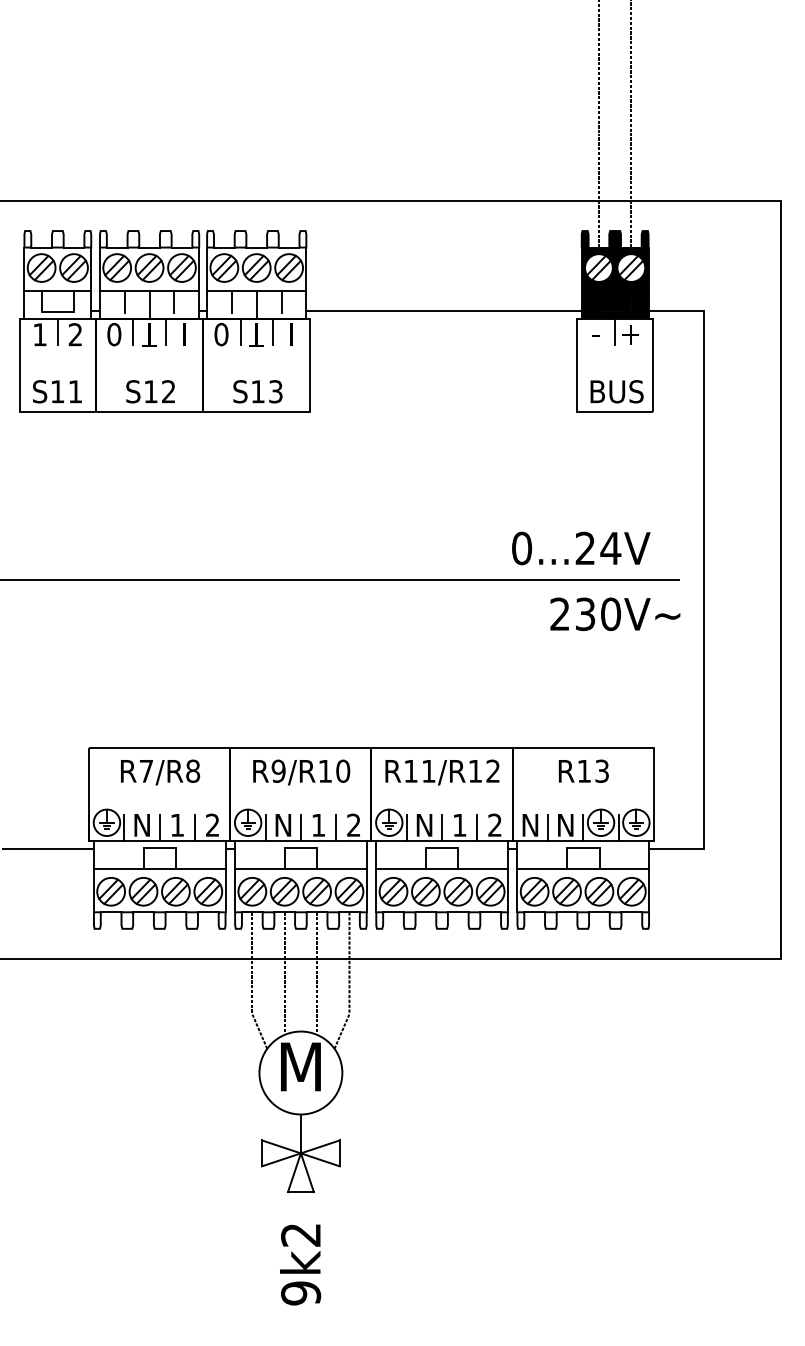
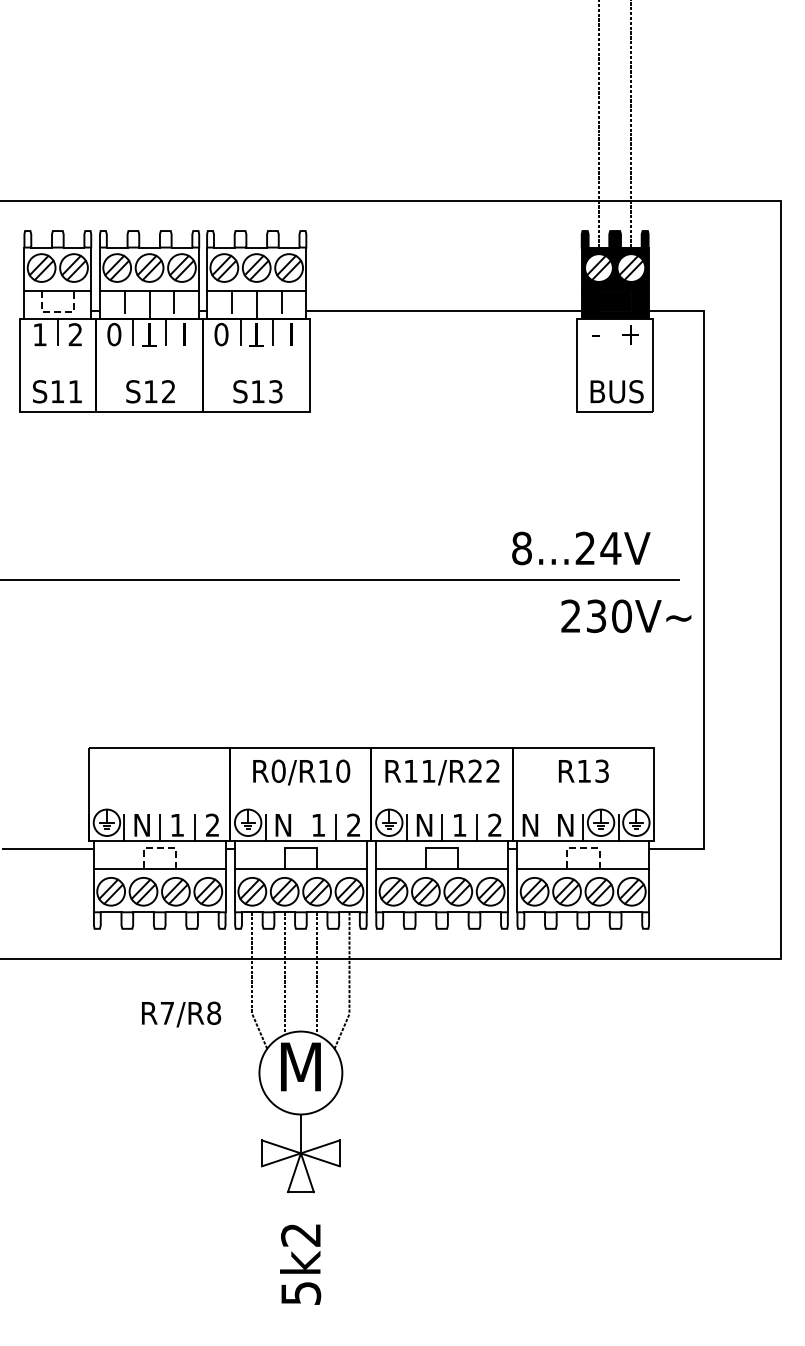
line at (58, 311): solid -> dashed
line at (615, 331): present -> none
text at (522, 548): 0...24V -> 8...24V
text at (615, 613) position: (615, 613) -> (626, 615)
text at (278, 770): R9/R10 -> R0/R10
text at (474, 770): R11/R12 -> R11/R22
text at (160, 772) position: (160, 772) -> (181, 1014)
line at (300, 827): present -> none
line at (547, 827): present -> none
line at (159, 848): solid -> dashed
line at (582, 848): solid -> dashed
text at (300, 1293): 9k2 -> 5k2
